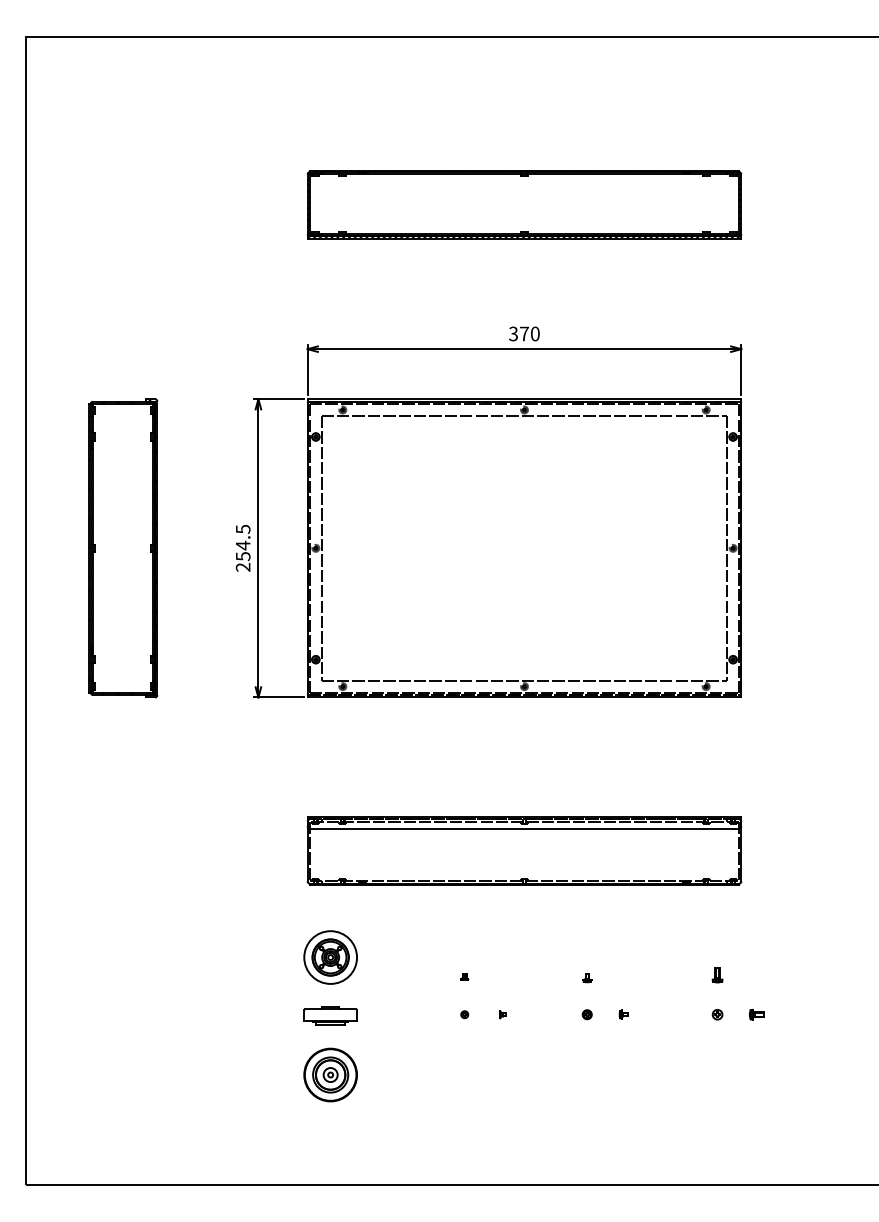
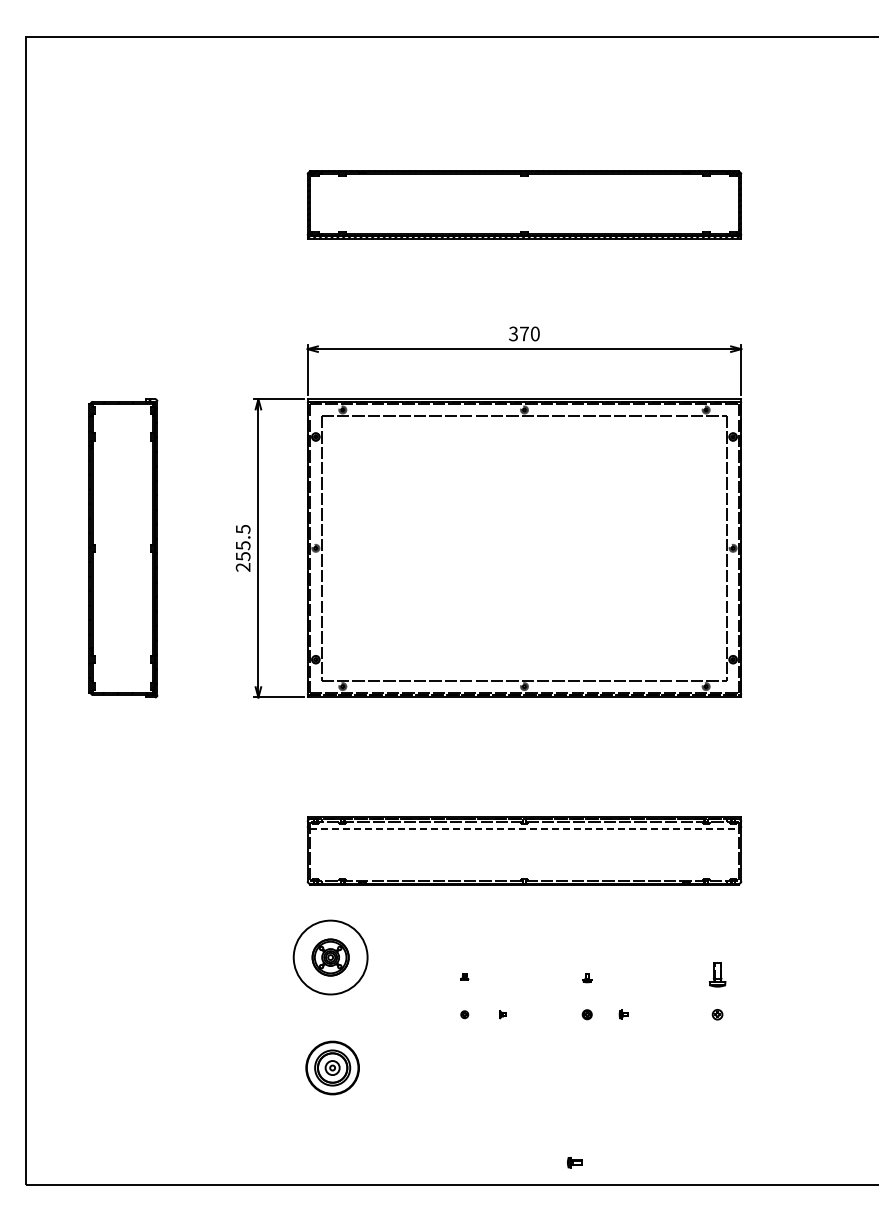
text at (243, 545): 254.5 -> 255.5
line at (524, 828): solid -> dashed
circle at (330, 957) diameter: 53 px -> 74 px
part at (717, 975) size: 13x17 px -> 18x26 px
part at (756, 1014) position: (756, 1014) -> (574, 1162)
part at (330, 1015): present -> none
part at (330, 1074) position: (330, 1074) -> (332, 1067)
